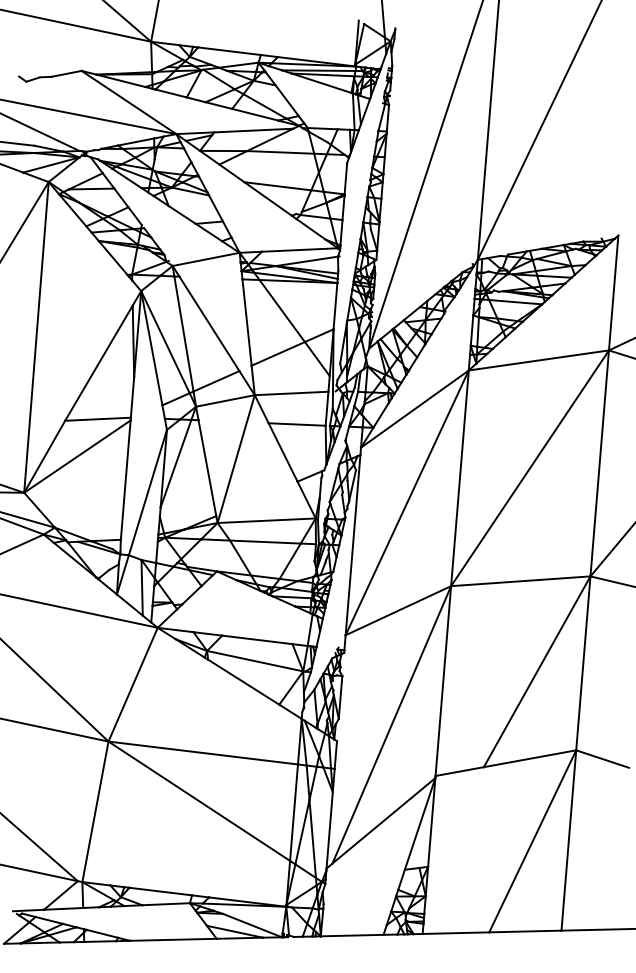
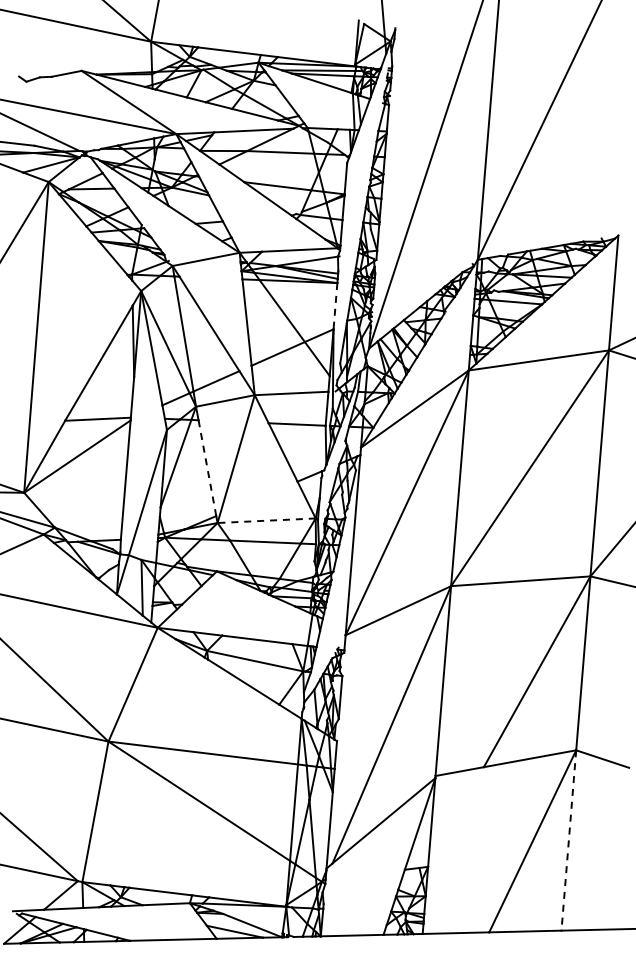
line at (335, 306): solid -> dashed
line at (207, 468): solid -> dashed
line at (266, 520): solid -> dashed
line at (568, 840): solid -> dashed
